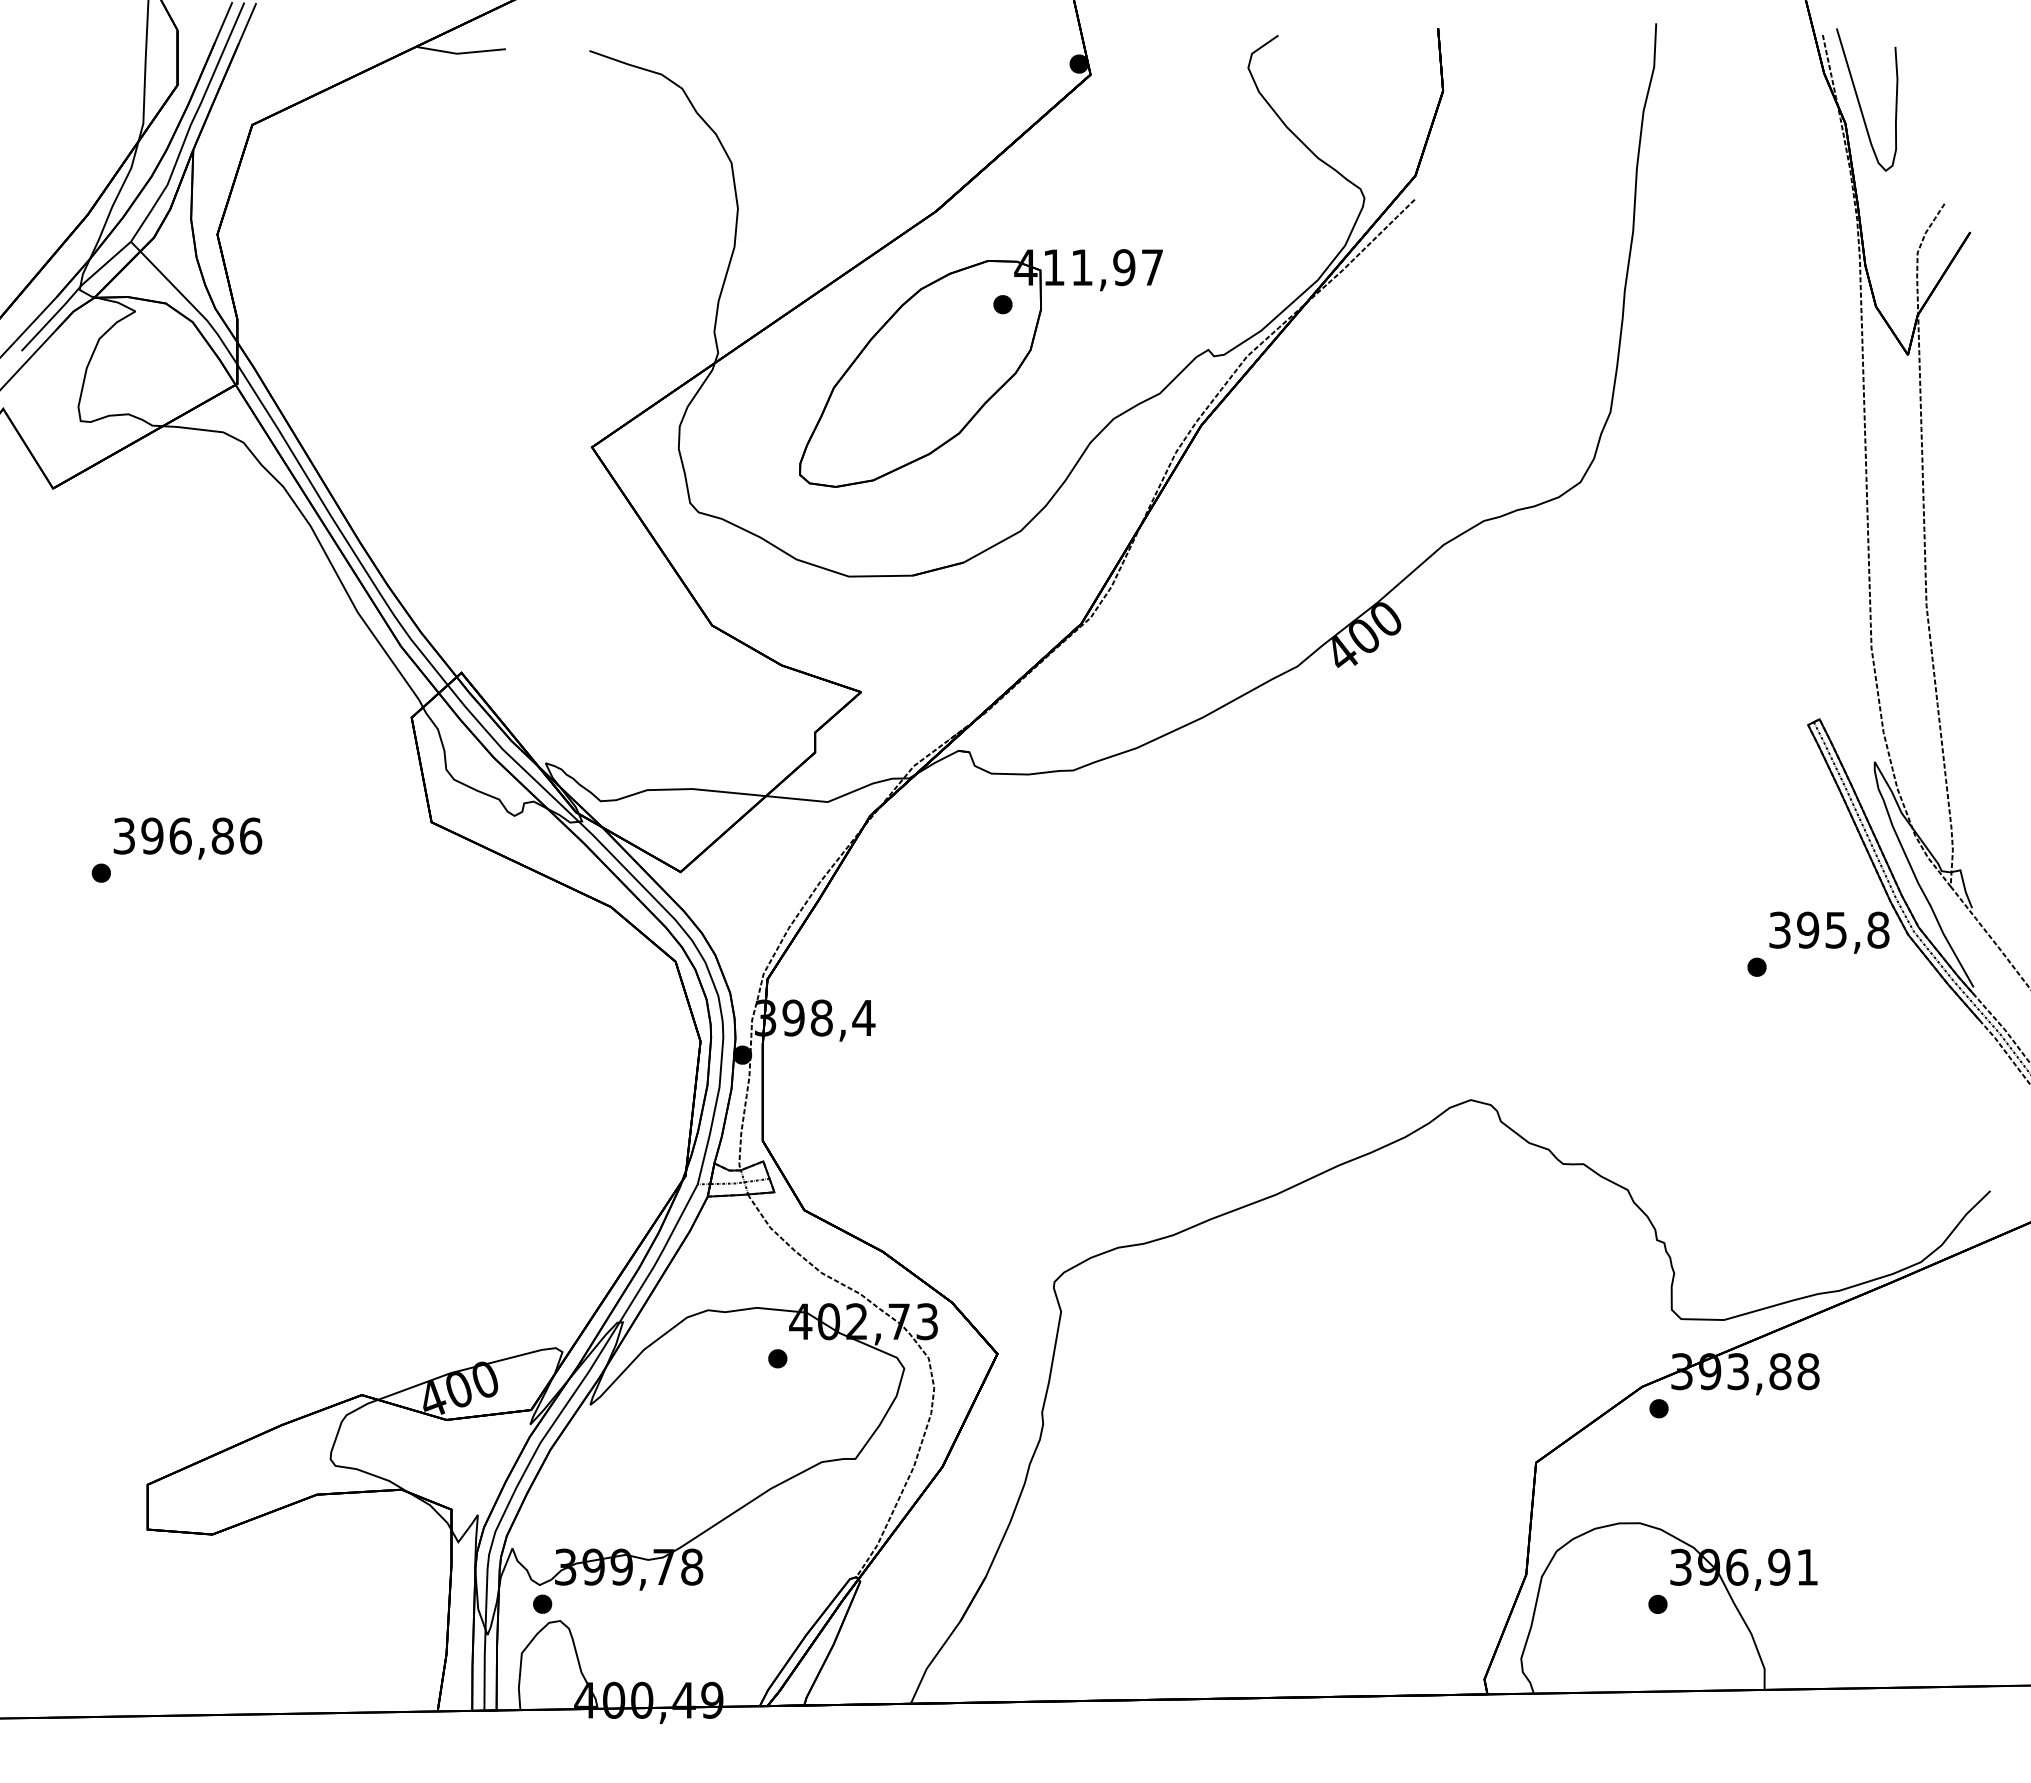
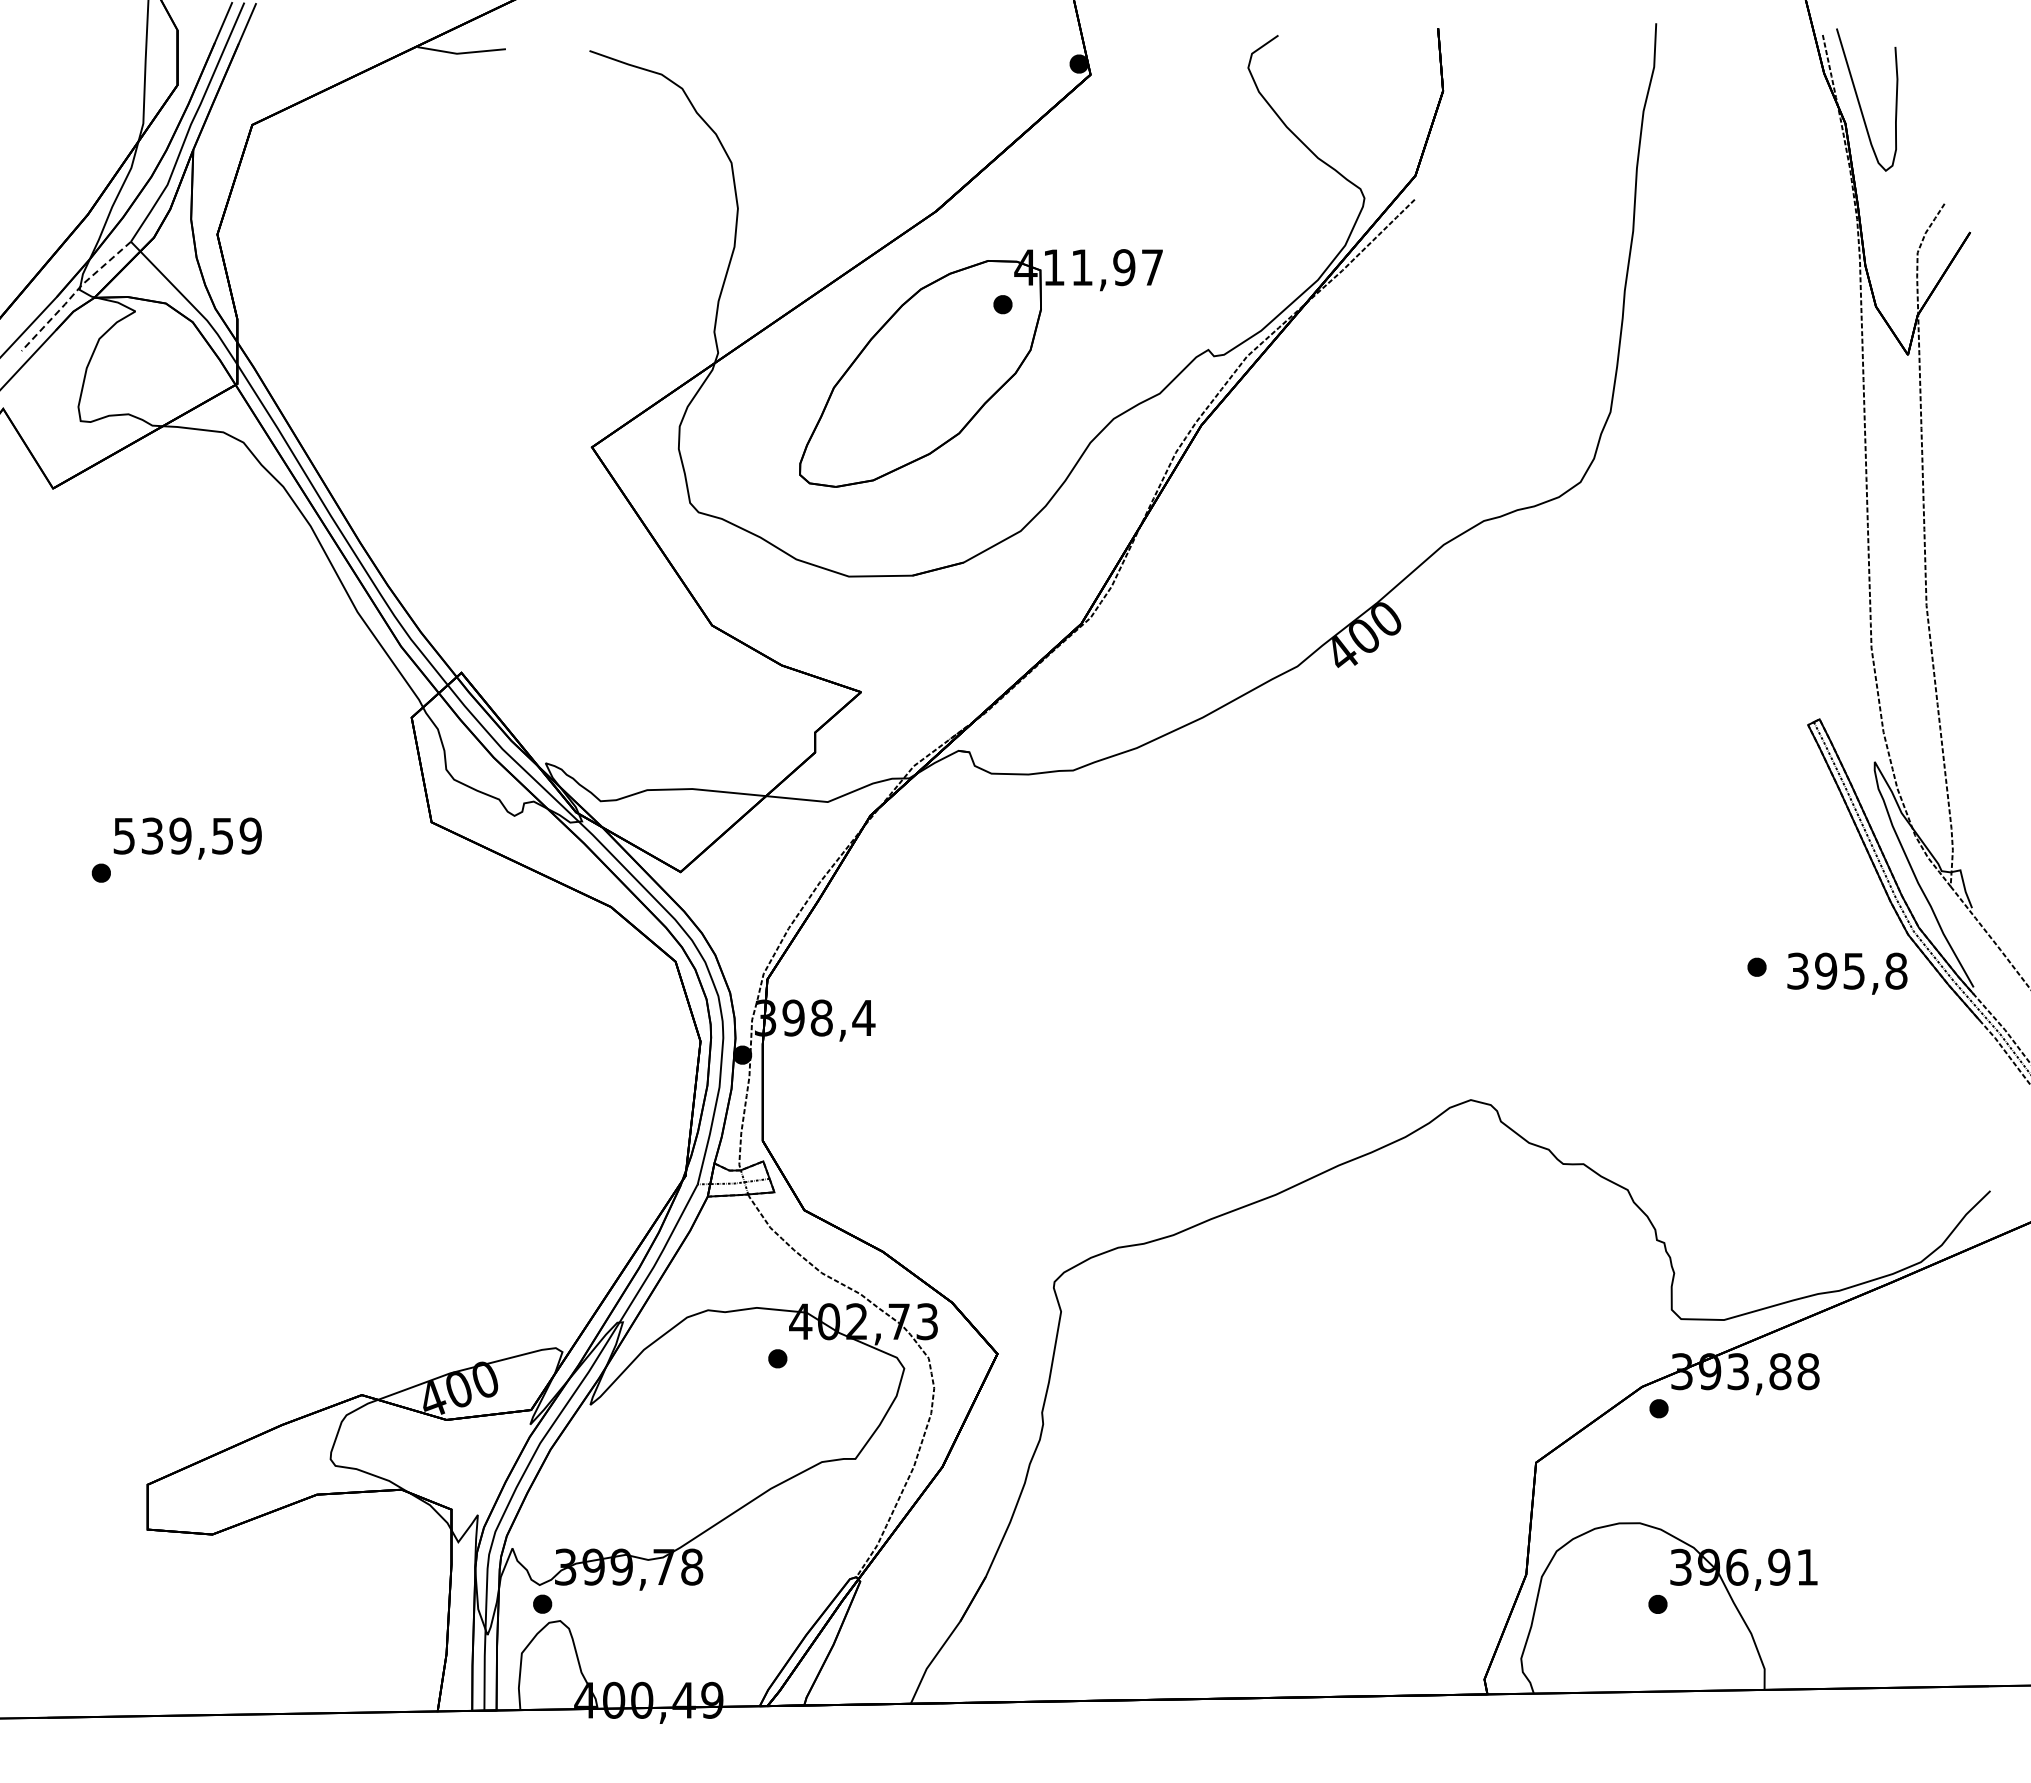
line at (74, 293): solid -> dashed
text at (188, 835): 396,86 -> 539,59
text at (1829, 932) position: (1829, 932) -> (1847, 973)
